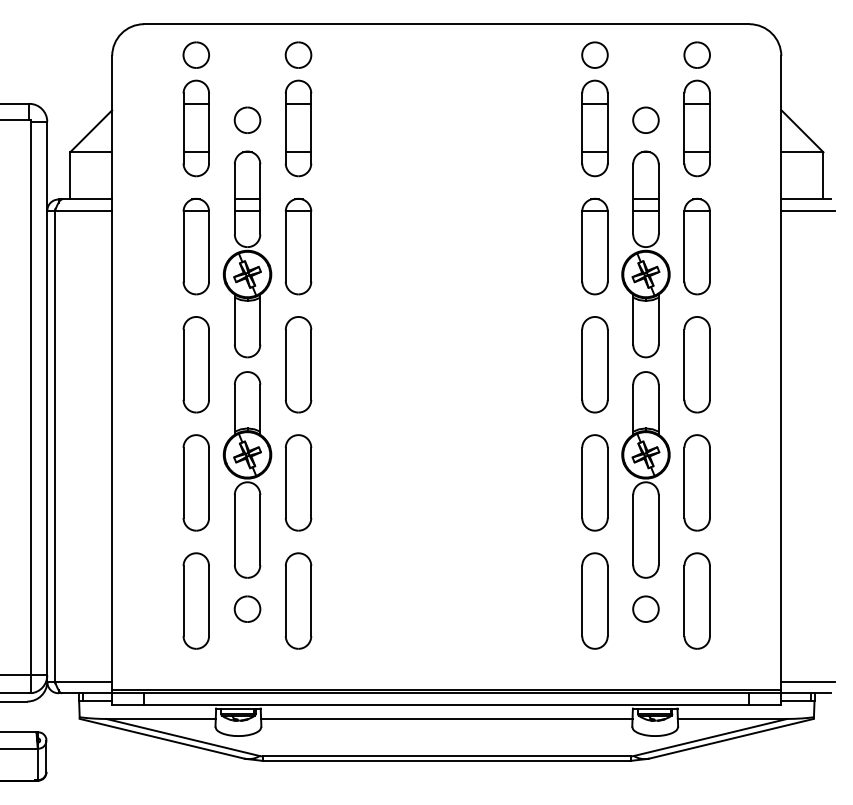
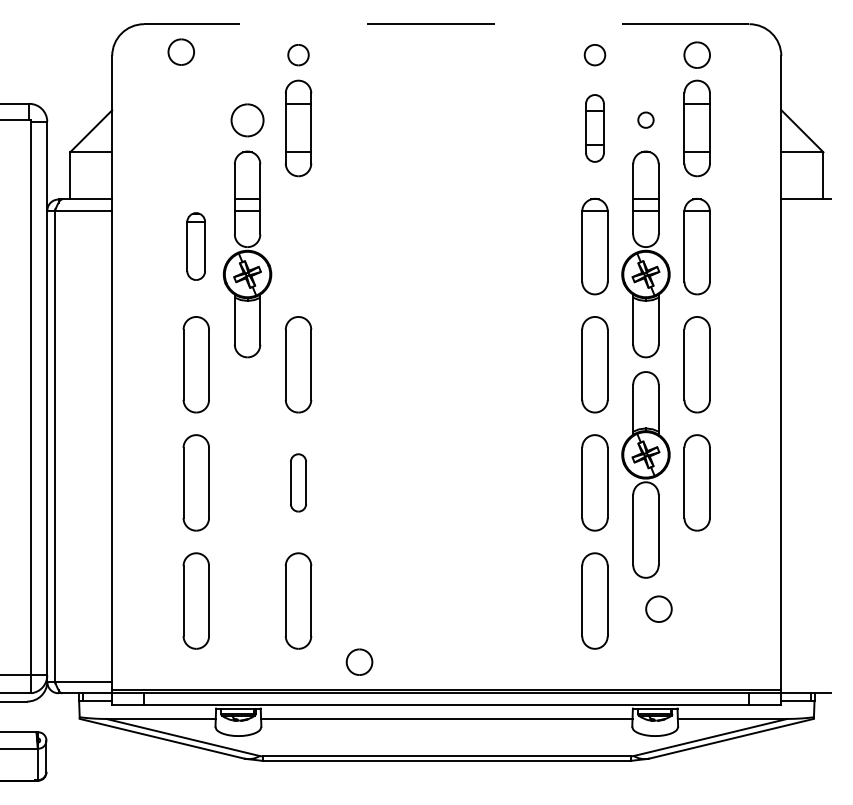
line at (446, 24): solid -> dashed
part at (195, 54) position: (195, 54) -> (180, 51)
part at (298, 54) size: 29x28 px -> 23x23 px
part at (594, 54) size: 28x28 px -> 24x23 px
part at (247, 119) size: 29x28 px -> 35x35 px
part at (645, 119) size: 28x28 px -> 18x18 px
part at (195, 128): present -> none
part at (594, 128) size: 28x99 px -> 20x69 px
line at (807, 210): present -> none
part at (195, 246) size: 28x99 px -> 20x69 px
part at (298, 246): present -> none
part at (247, 474): present -> none
part at (298, 482) size: 29x98 px -> 17x60 px
part at (696, 600): present -> none
part at (247, 608) position: (247, 608) -> (359, 661)
part at (645, 608) position: (645, 608) -> (658, 608)
line at (807, 681): present -> none
